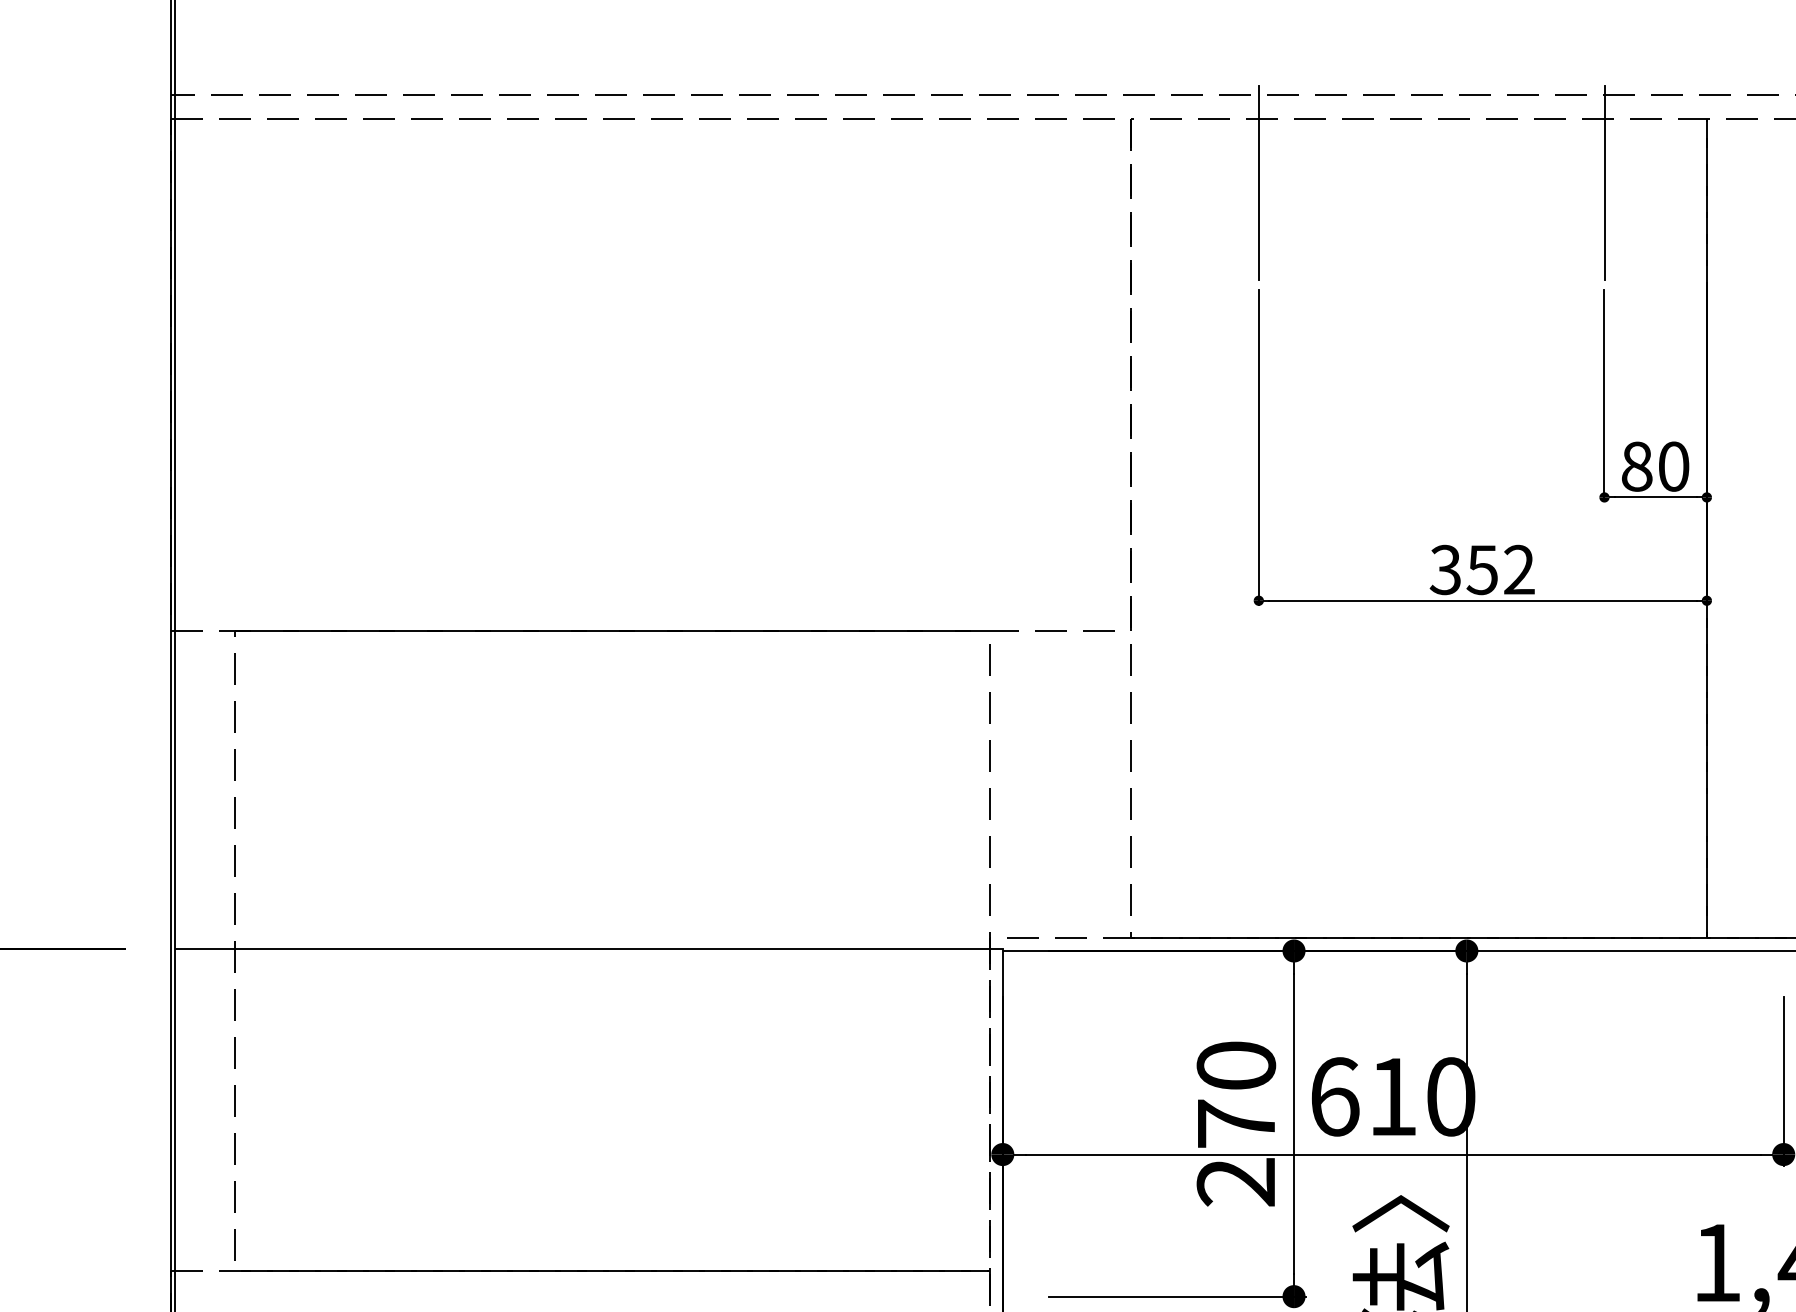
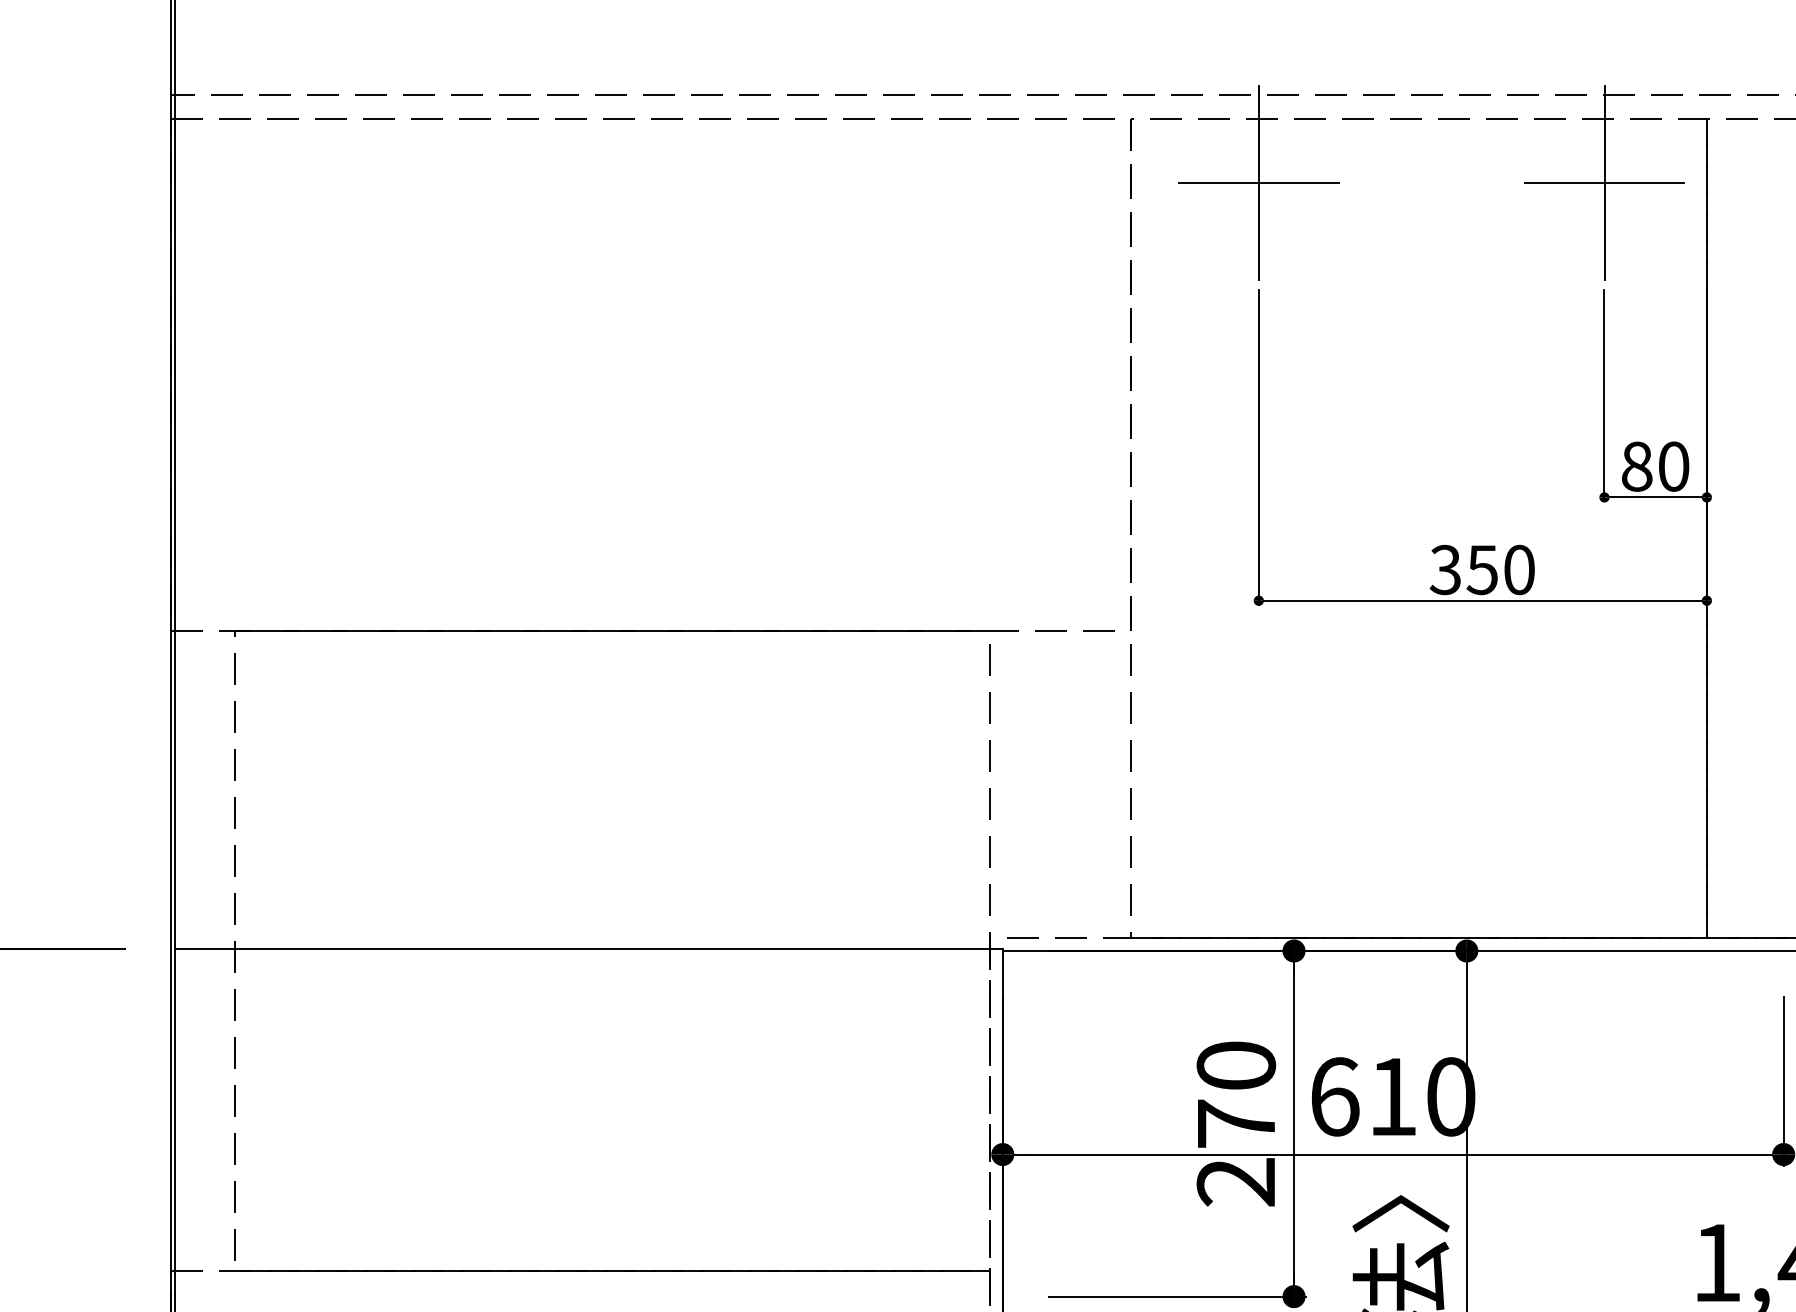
line at (1258, 182): none -> present
line at (1604, 182): none -> present
text at (1519, 569): 352 -> 350
